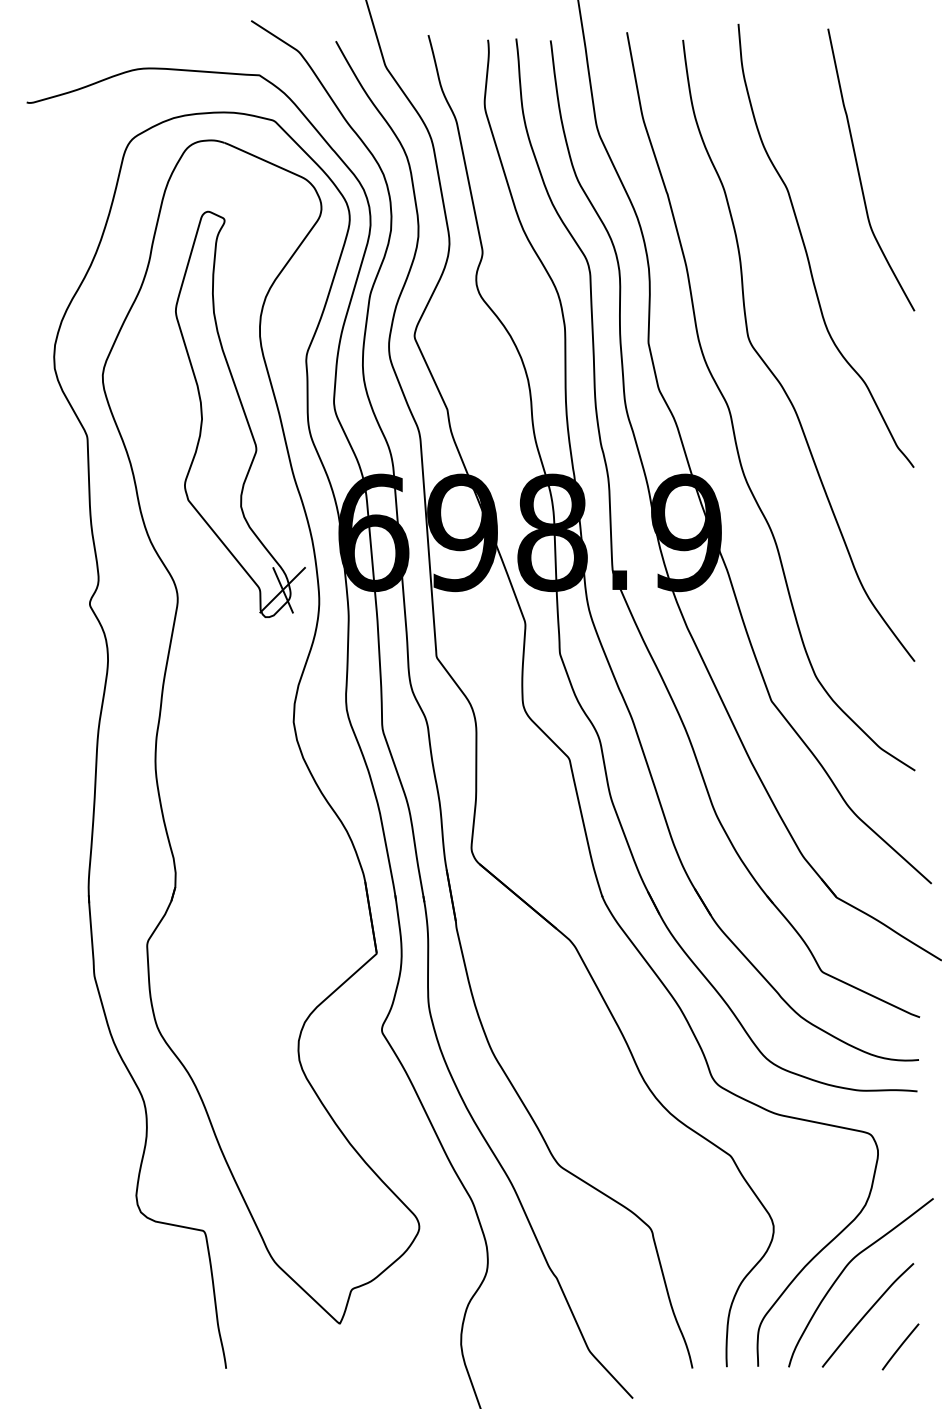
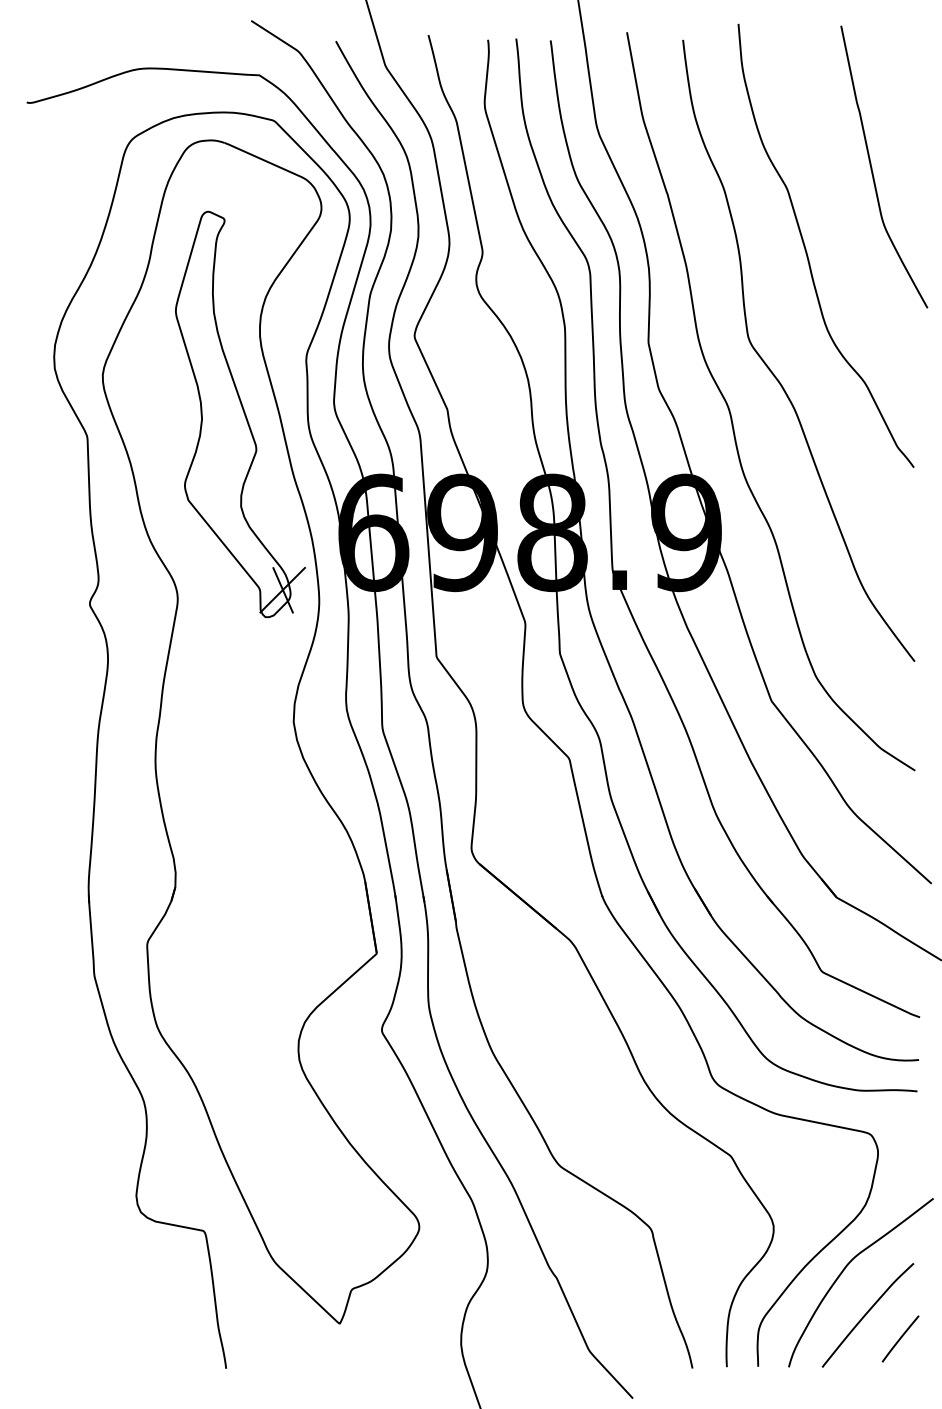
curve at (859, 170) position: (859, 170) -> (872, 167)
line at (900, 1346) position: (900, 1346) -> (900, 1338)
